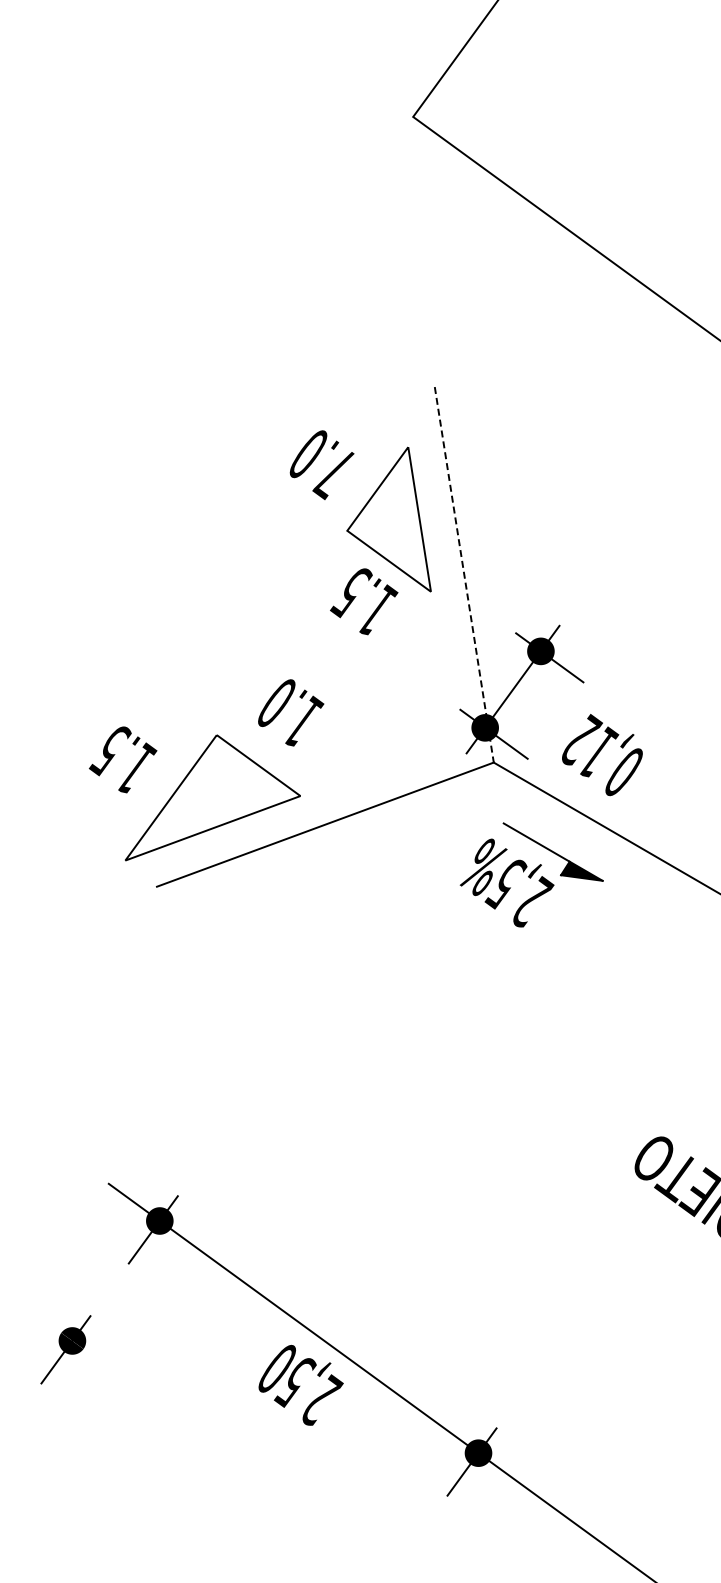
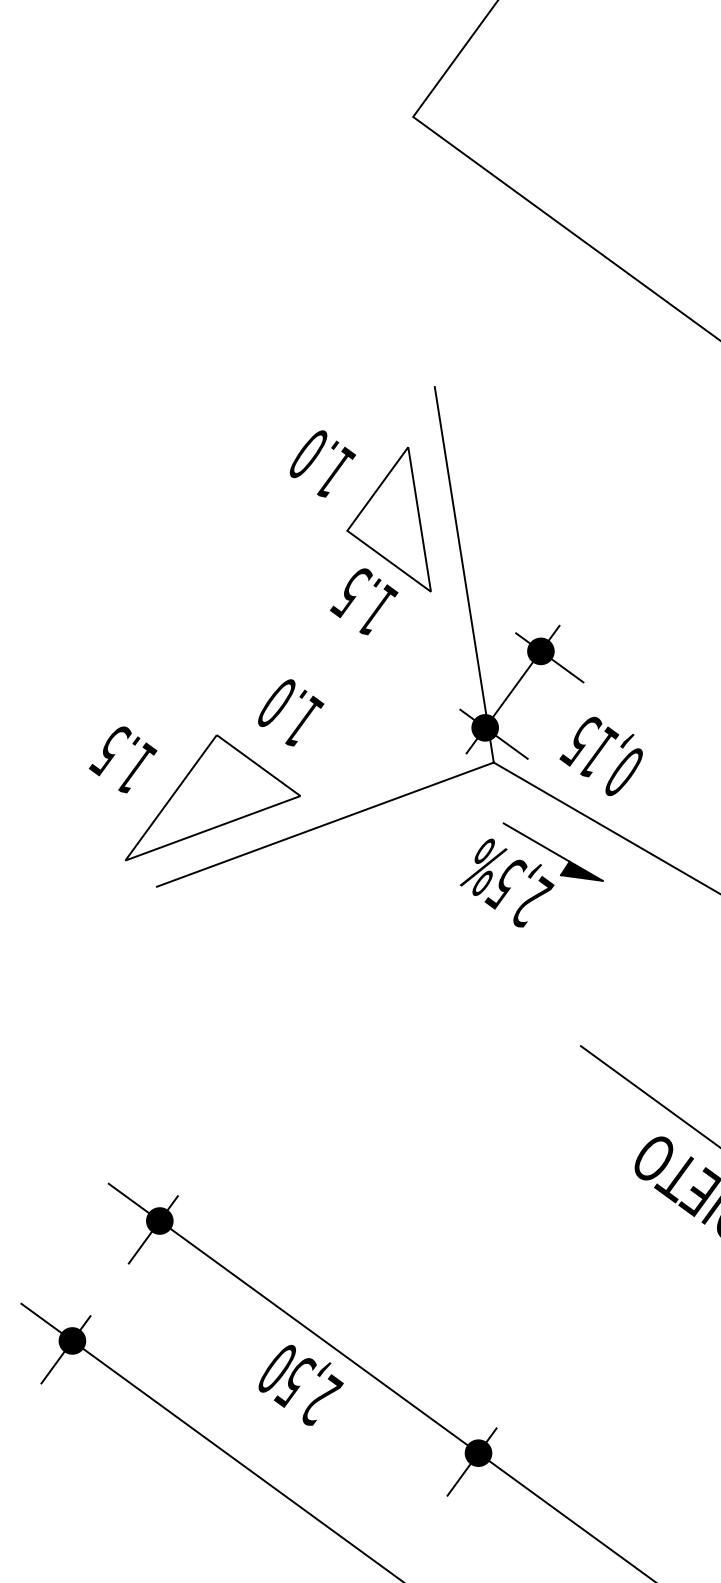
text at (333, 473): 7.0 -> 1.0
line at (464, 575): dashed -> solid
text at (581, 740): 0,12 -> 0,15
line at (648, 1095): none -> present
line at (210, 1441): none -> present
